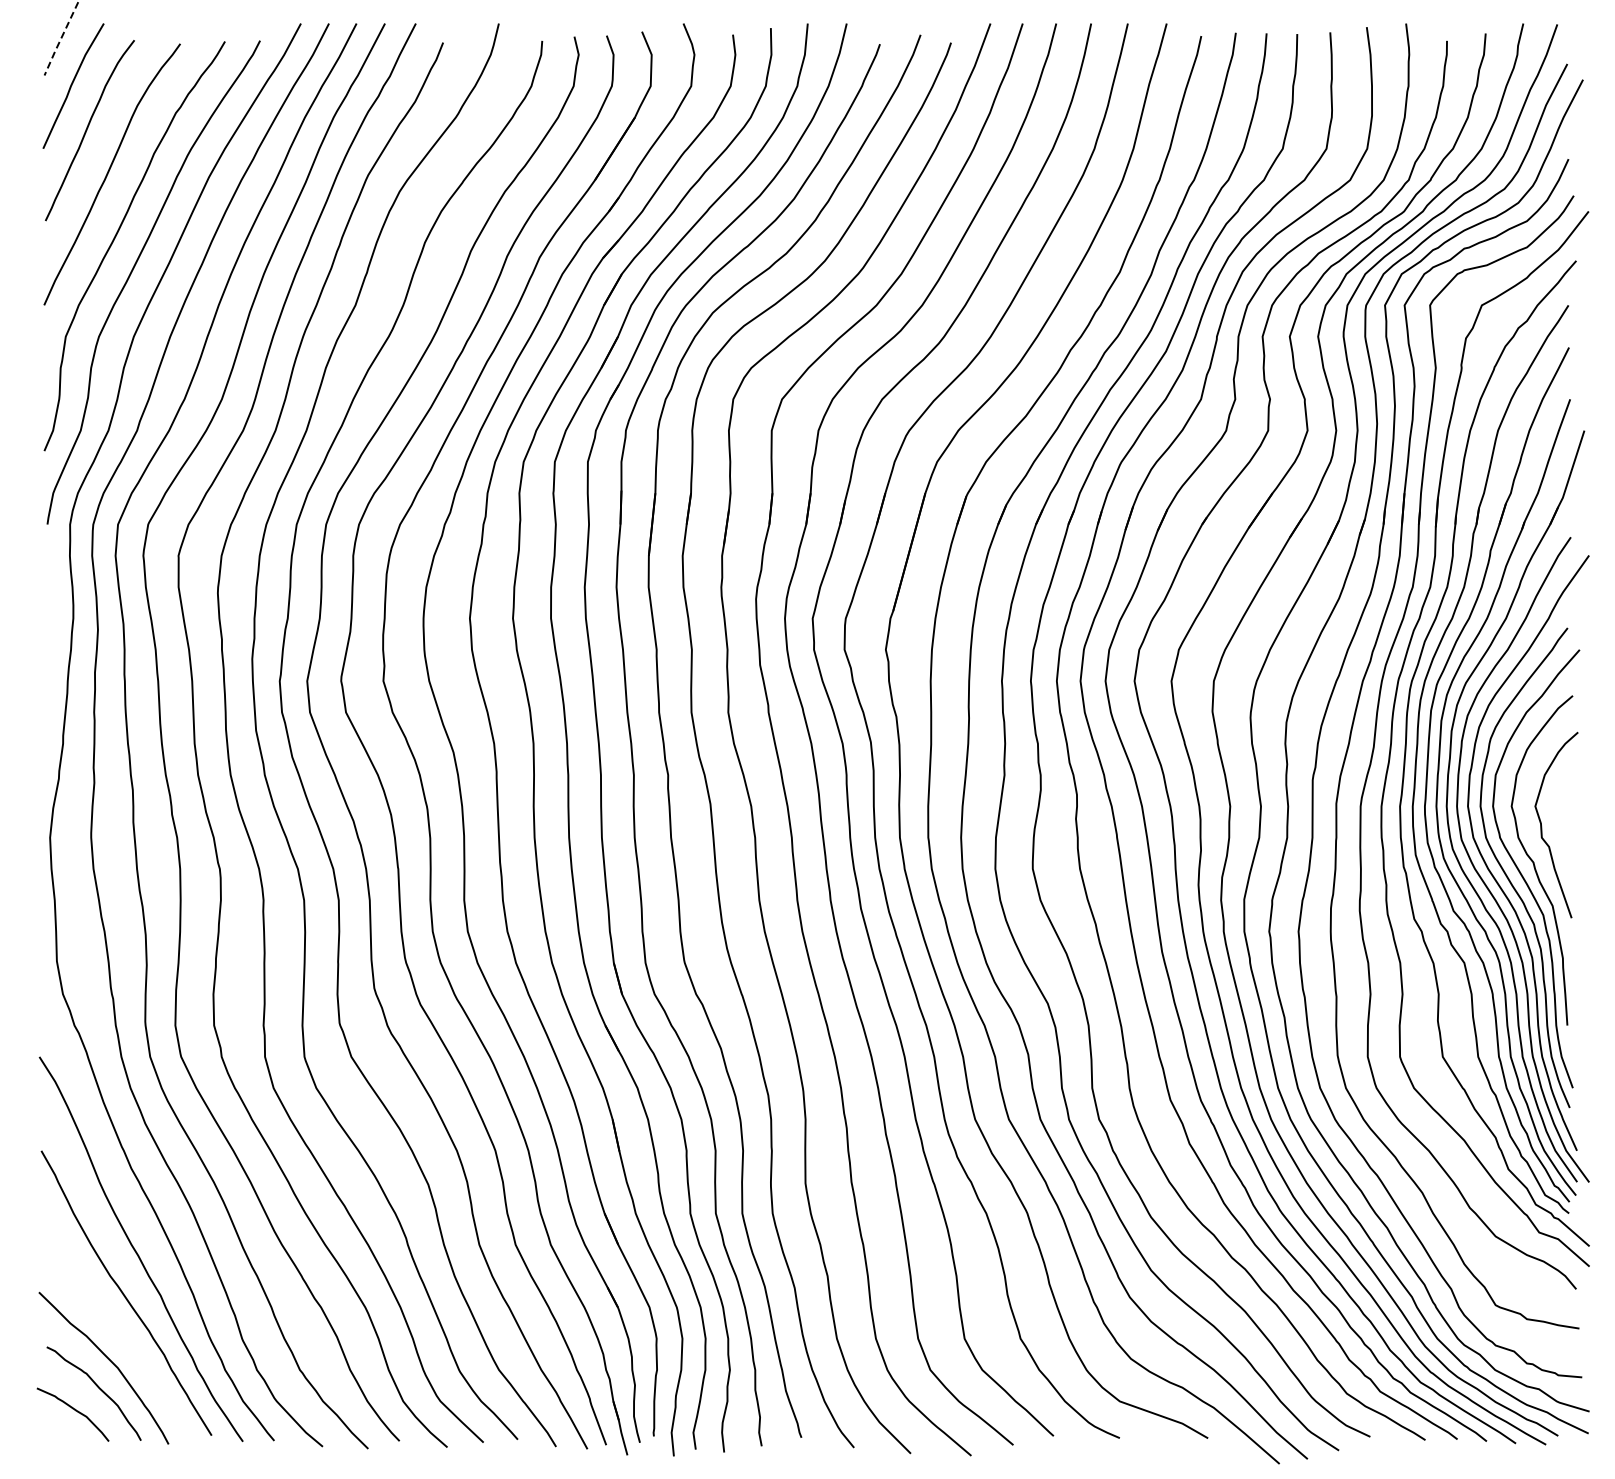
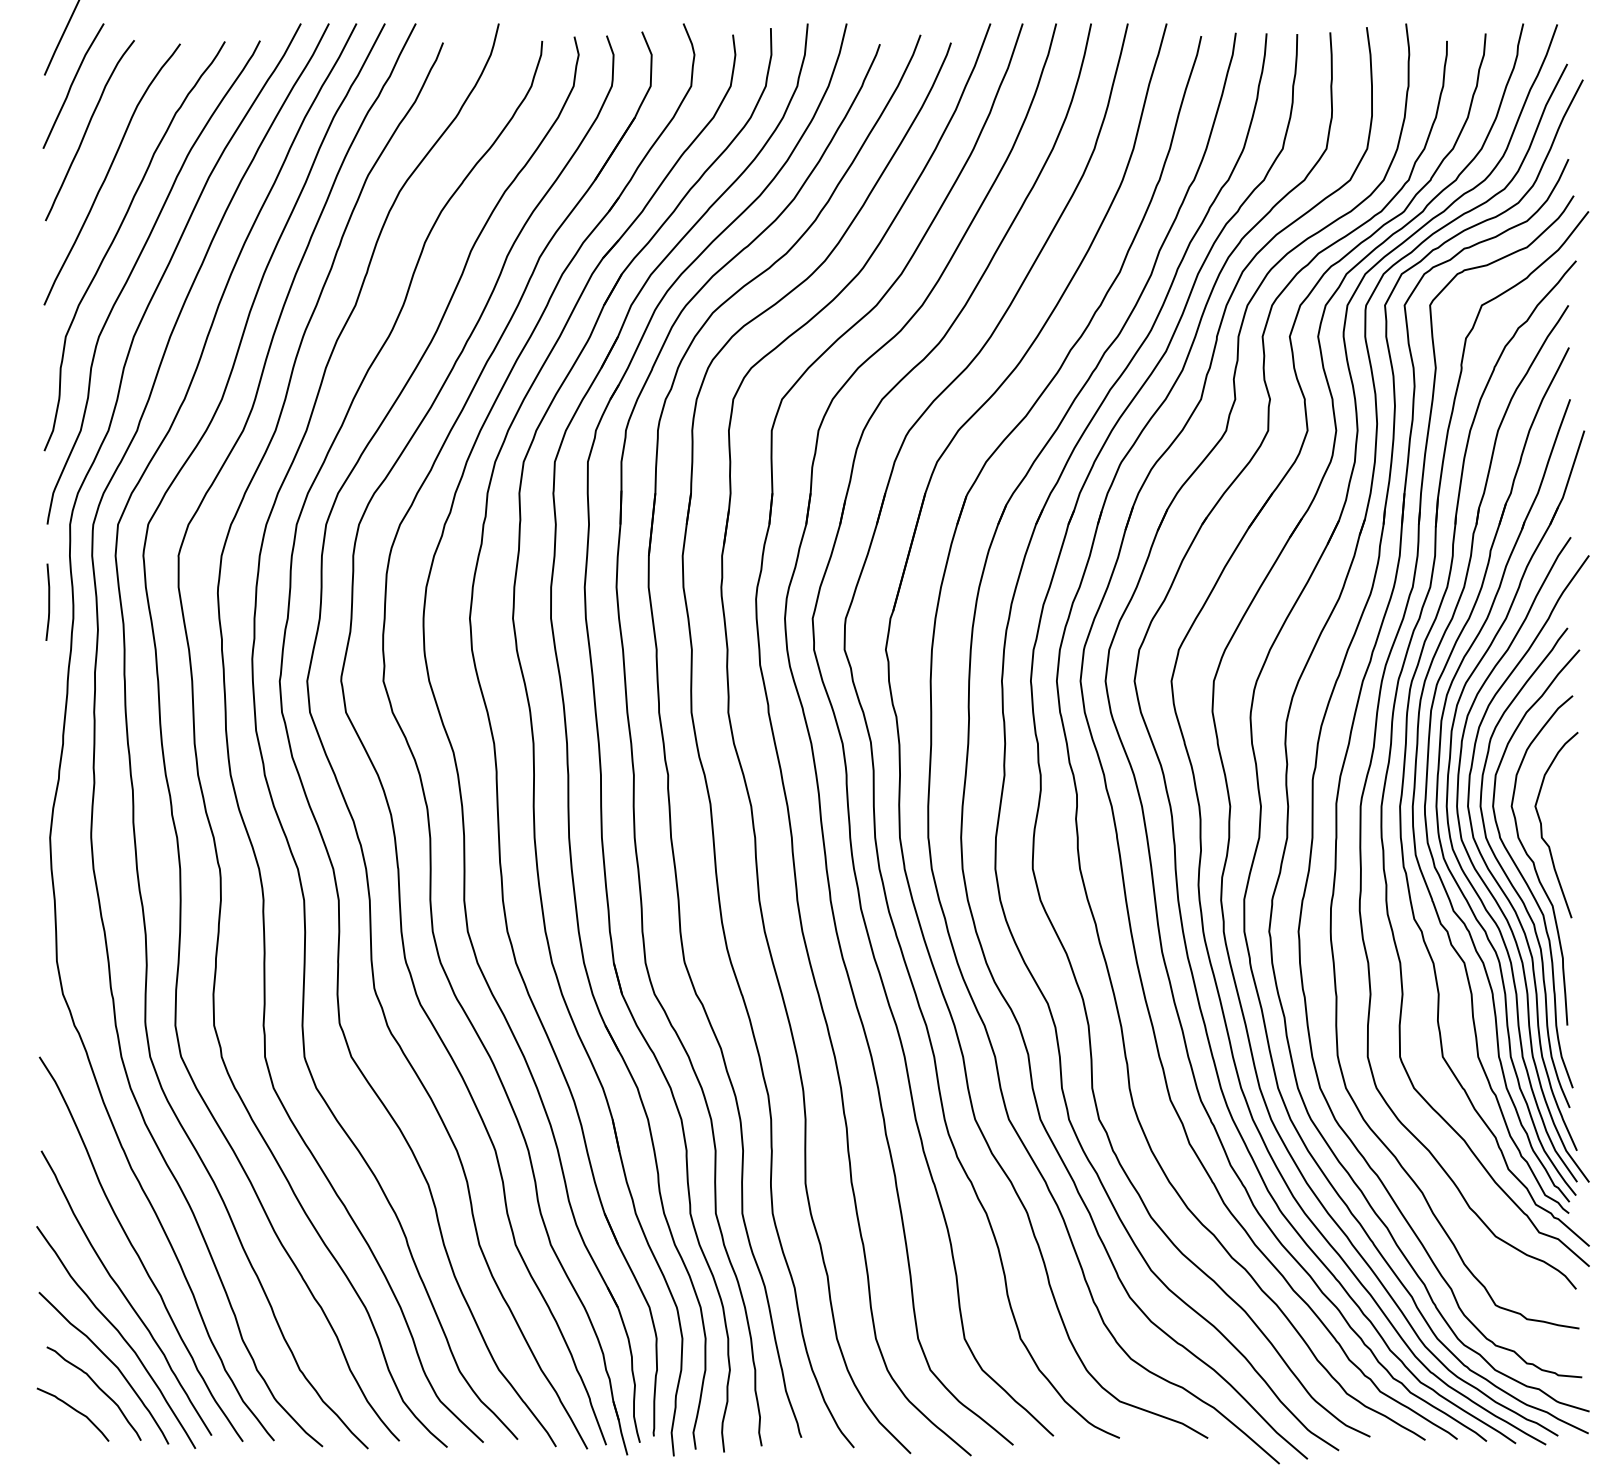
line at (61, 38): dashed -> solid
line at (48, 601): none -> present
curve at (119, 1334): none -> present
